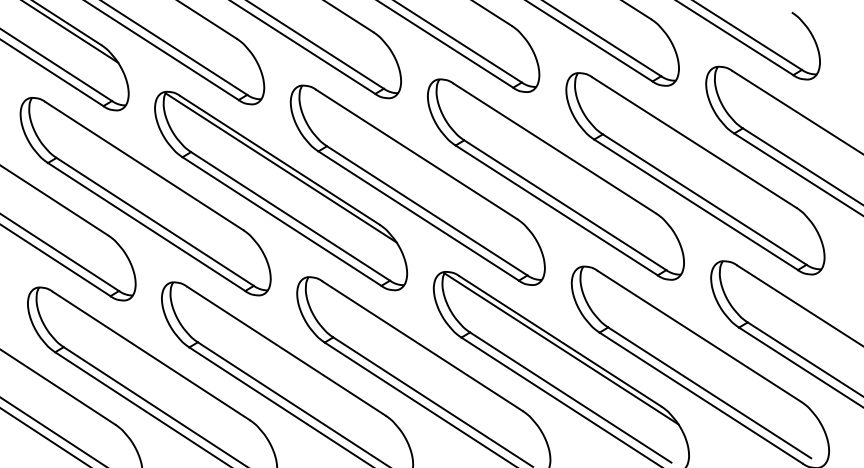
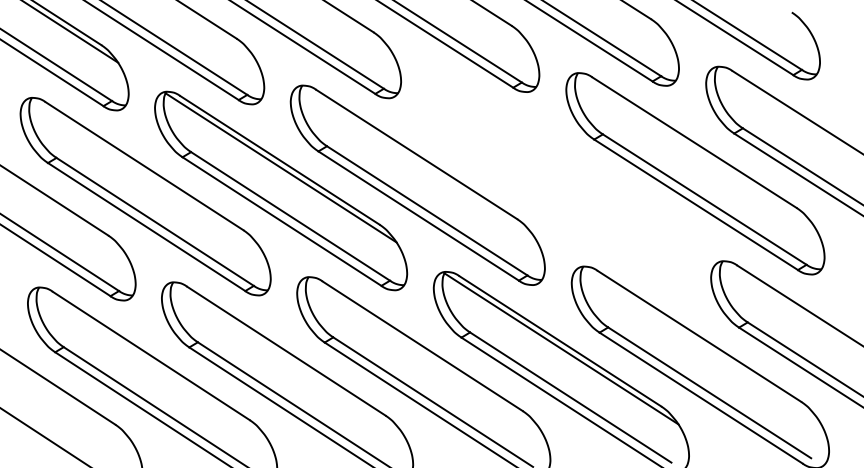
part at (555, 179): present -> none
line at (52, 431): present -> none
